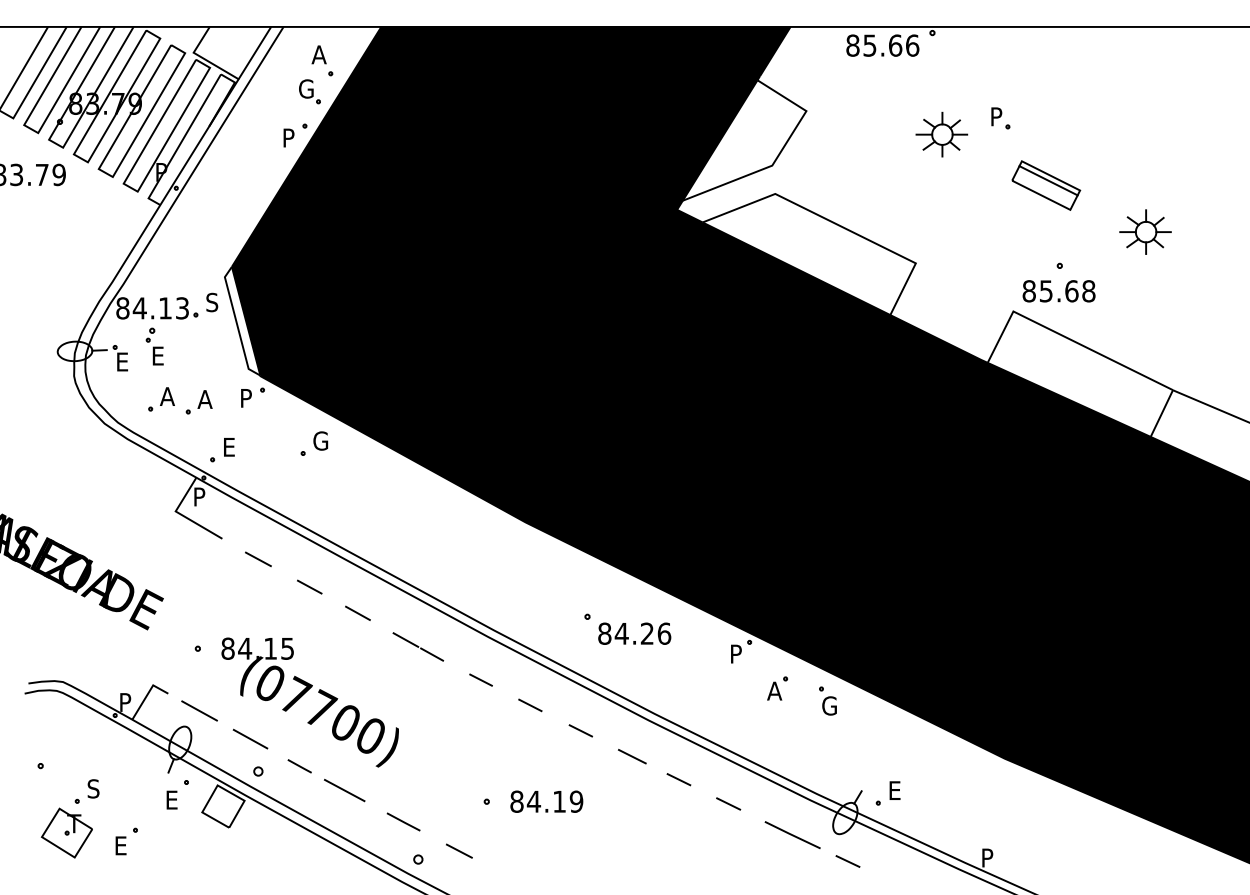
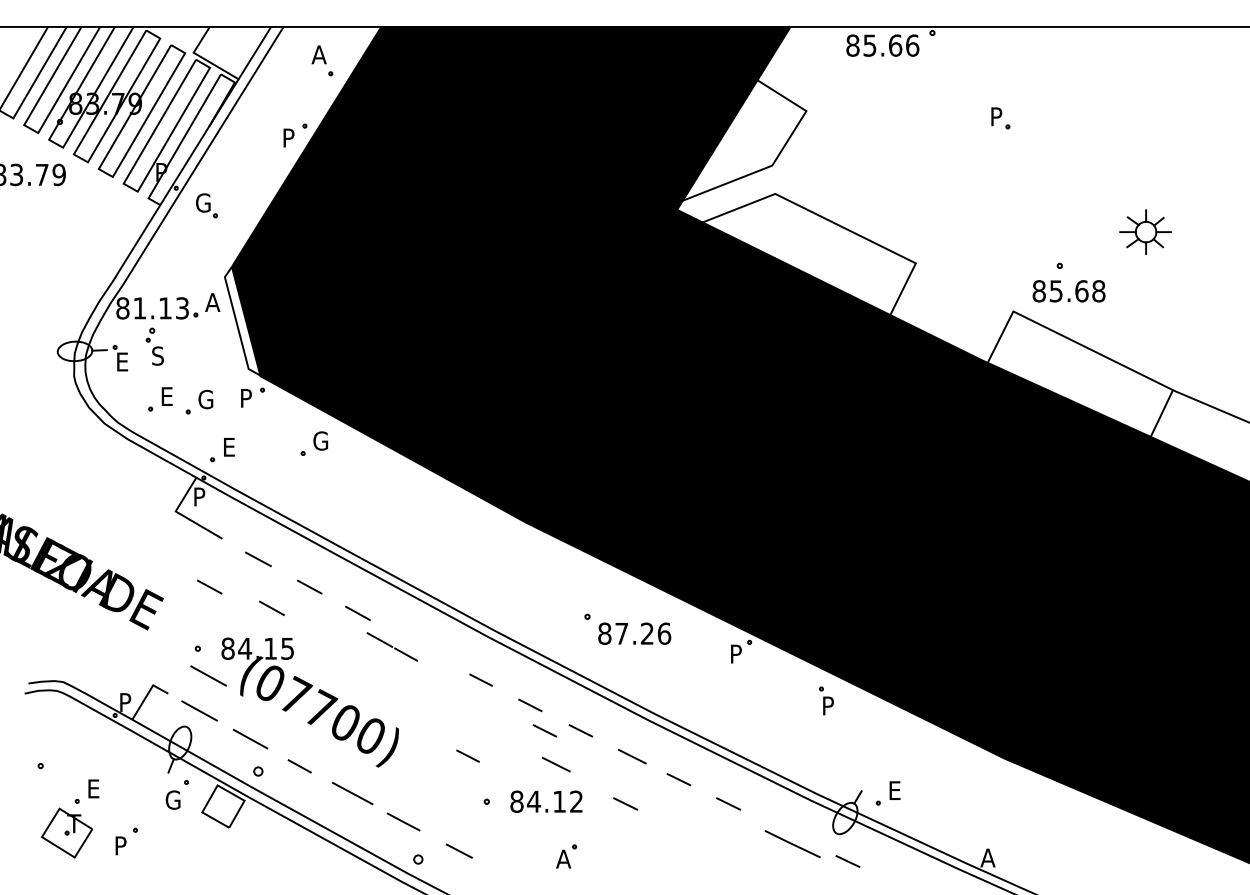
part at (309, 91) position: (309, 91) -> (206, 205)
part at (941, 134): present -> none
part at (1046, 185): present -> none
text at (1058, 291) position: (1058, 291) -> (1068, 291)
text at (212, 302): S -> A
text at (139, 308): 84.13 -> 81.13
text at (157, 355): E -> S
text at (166, 396): A -> E
text at (205, 399): A -> G
line at (209, 586): none -> present
line at (271, 607): none -> present
text at (621, 633): 84.26 -> 87.26
line at (418, 646) position: (418, 646) -> (392, 646)
line at (208, 675): none -> present
part at (777, 688) position: (777, 688) -> (566, 856)
text at (829, 705): G -> P
line at (544, 730): none -> present
line at (467, 755): none -> present
line at (556, 764): none -> present
text at (93, 788): S -> E
line at (344, 790) position: (344, 790) -> (352, 793)
text at (172, 799): E -> G
text at (576, 801): 84.19 -> 84.12
line at (625, 803): none -> present
line at (792, 834) position: (792, 834) -> (792, 843)
text at (122, 845): E -> P
text at (987, 857): P -> A
